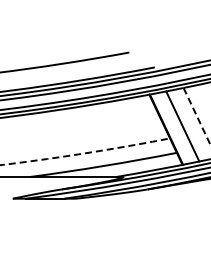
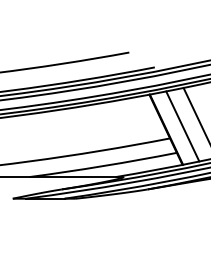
line at (197, 116): dashed -> solid
arc at (85, 153): dashed -> solid
